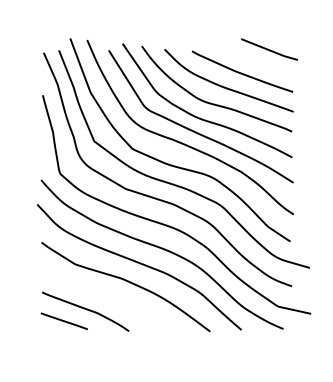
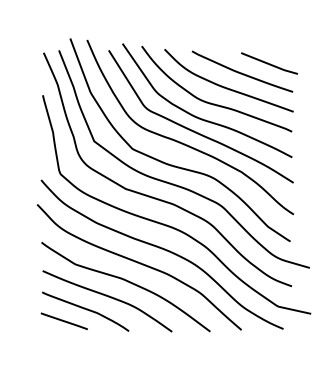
line at (269, 49) position: (269, 49) -> (269, 63)
curve at (108, 297): none -> present
